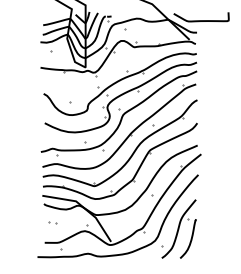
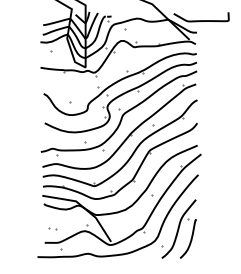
part at (52, 222) position: (52, 222) -> (52, 228)
